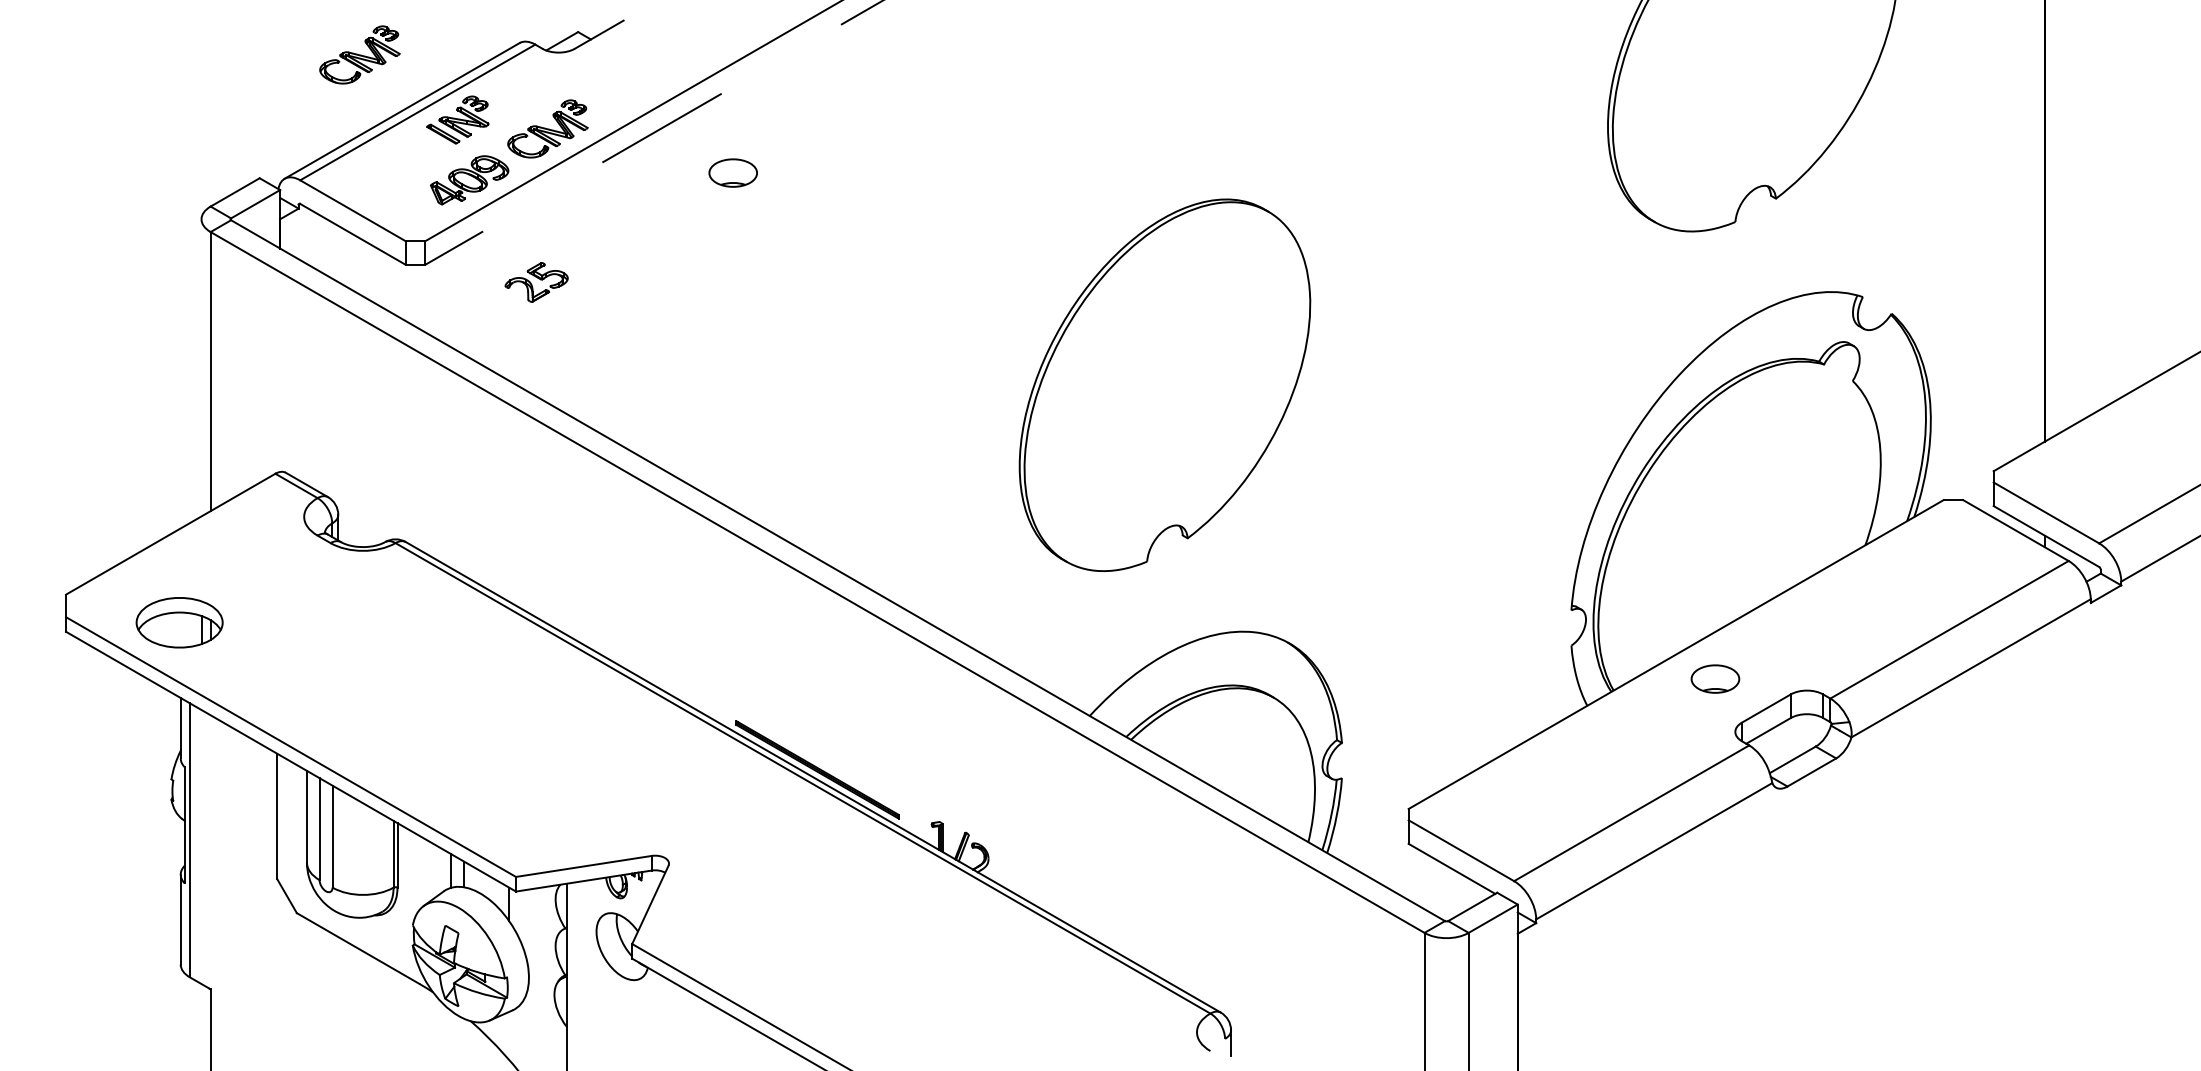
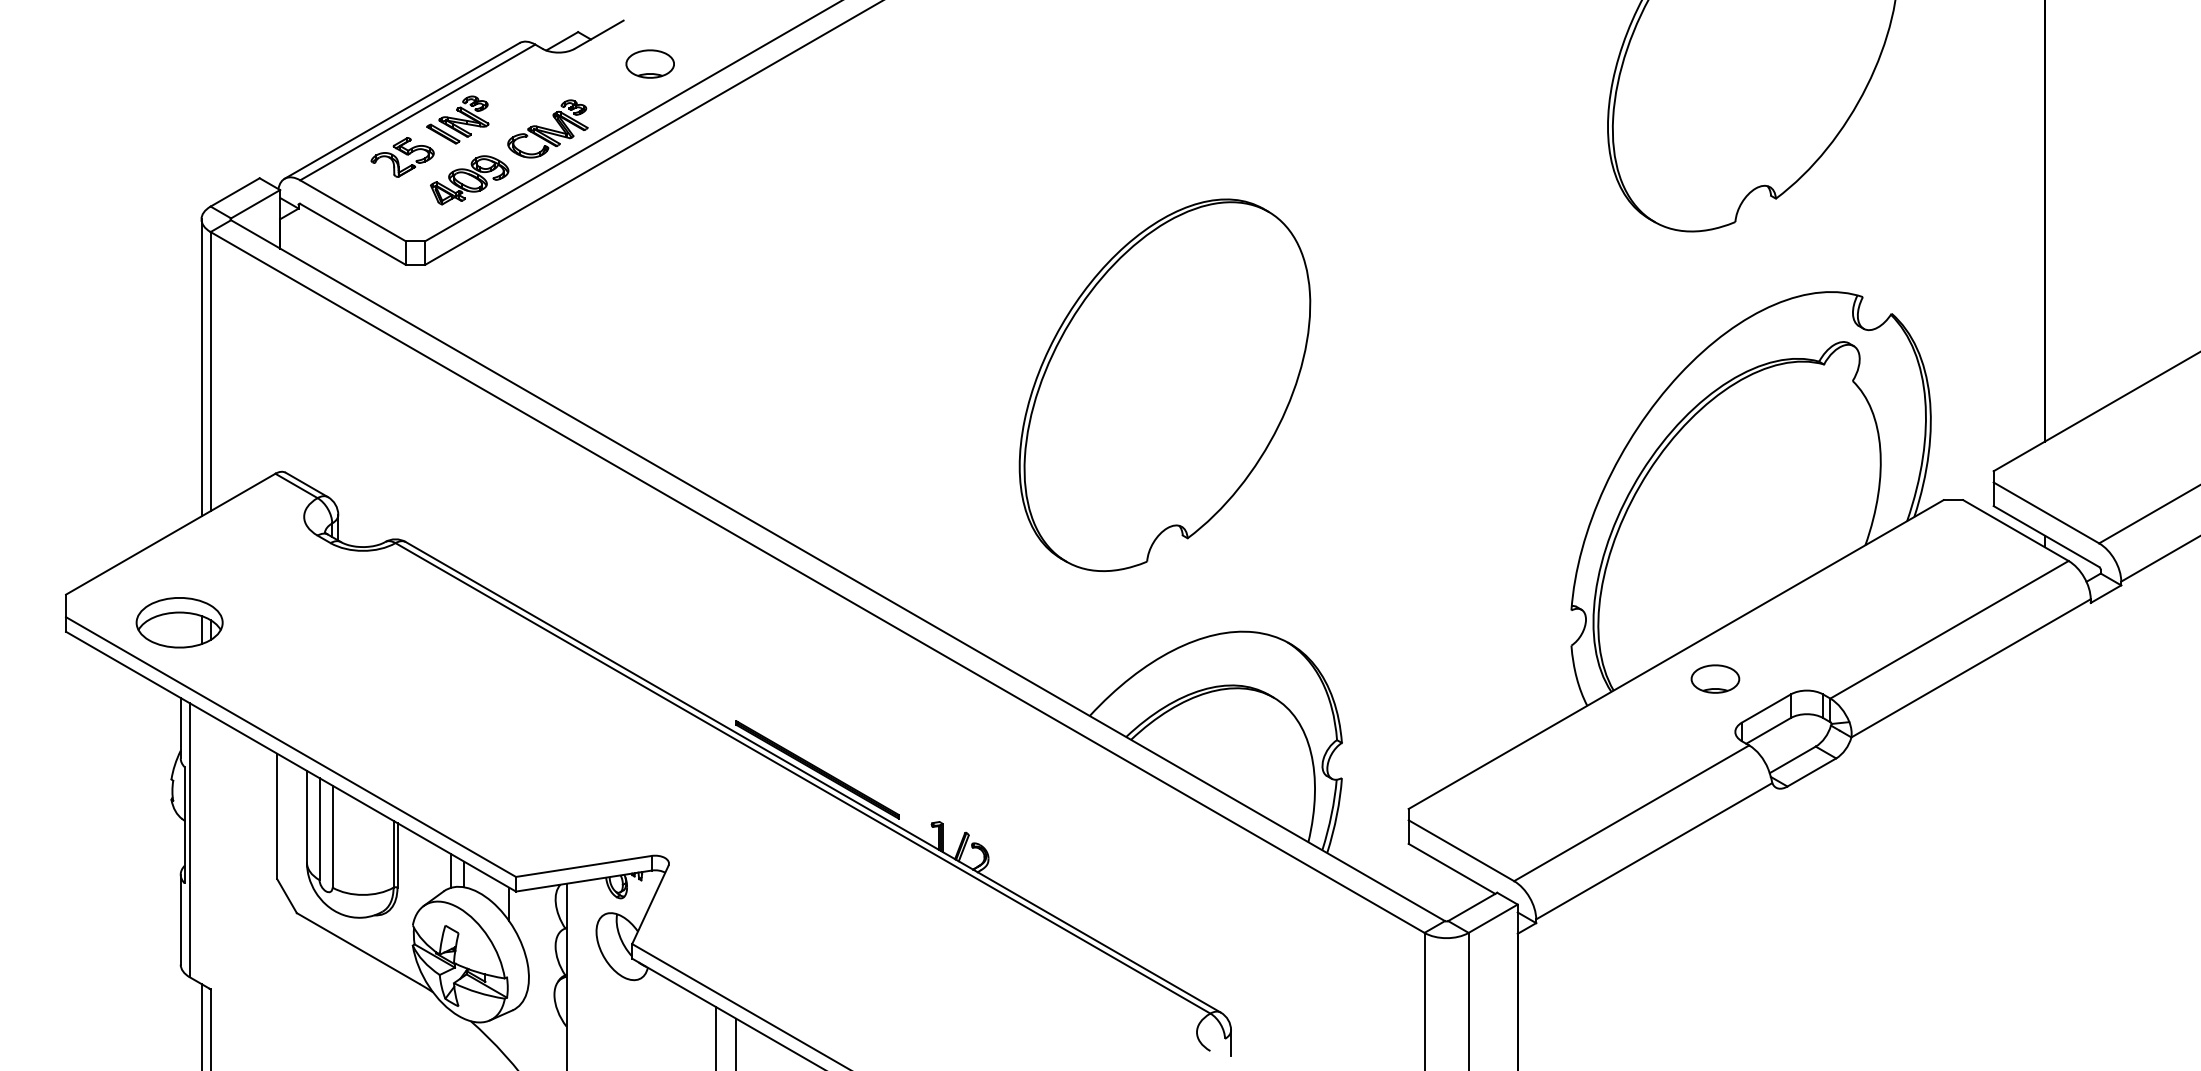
part at (359, 54): present -> none
line at (653, 132): dashed -> solid
part at (732, 172) position: (732, 172) -> (649, 63)
part at (536, 282) position: (536, 282) -> (402, 157)
line at (201, 367): none -> present
line at (201, 1025): none -> present
line at (715, 1036): none -> present
line at (735, 1042): none -> present
